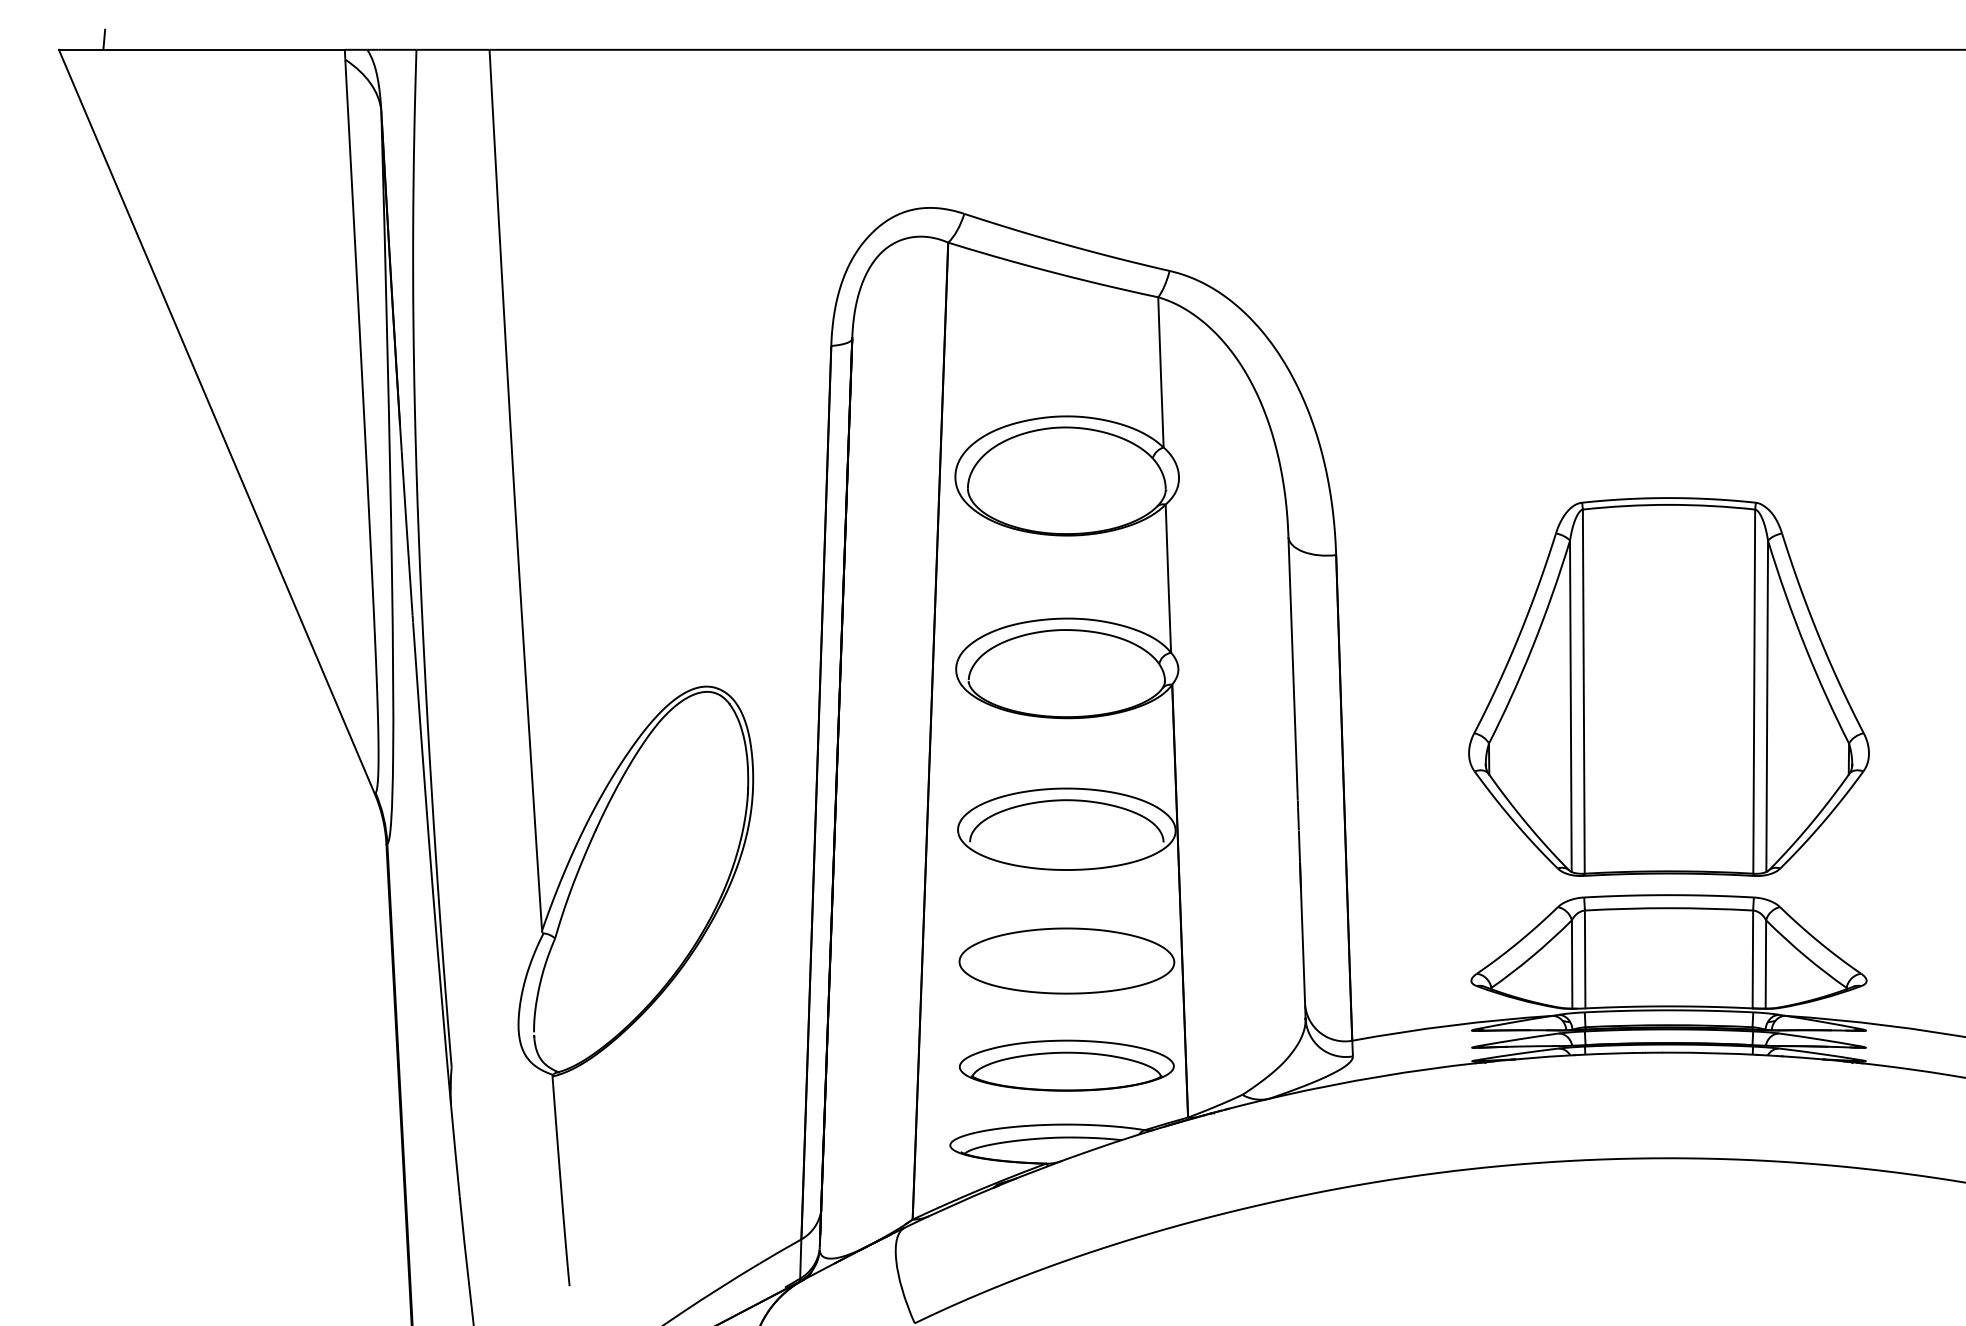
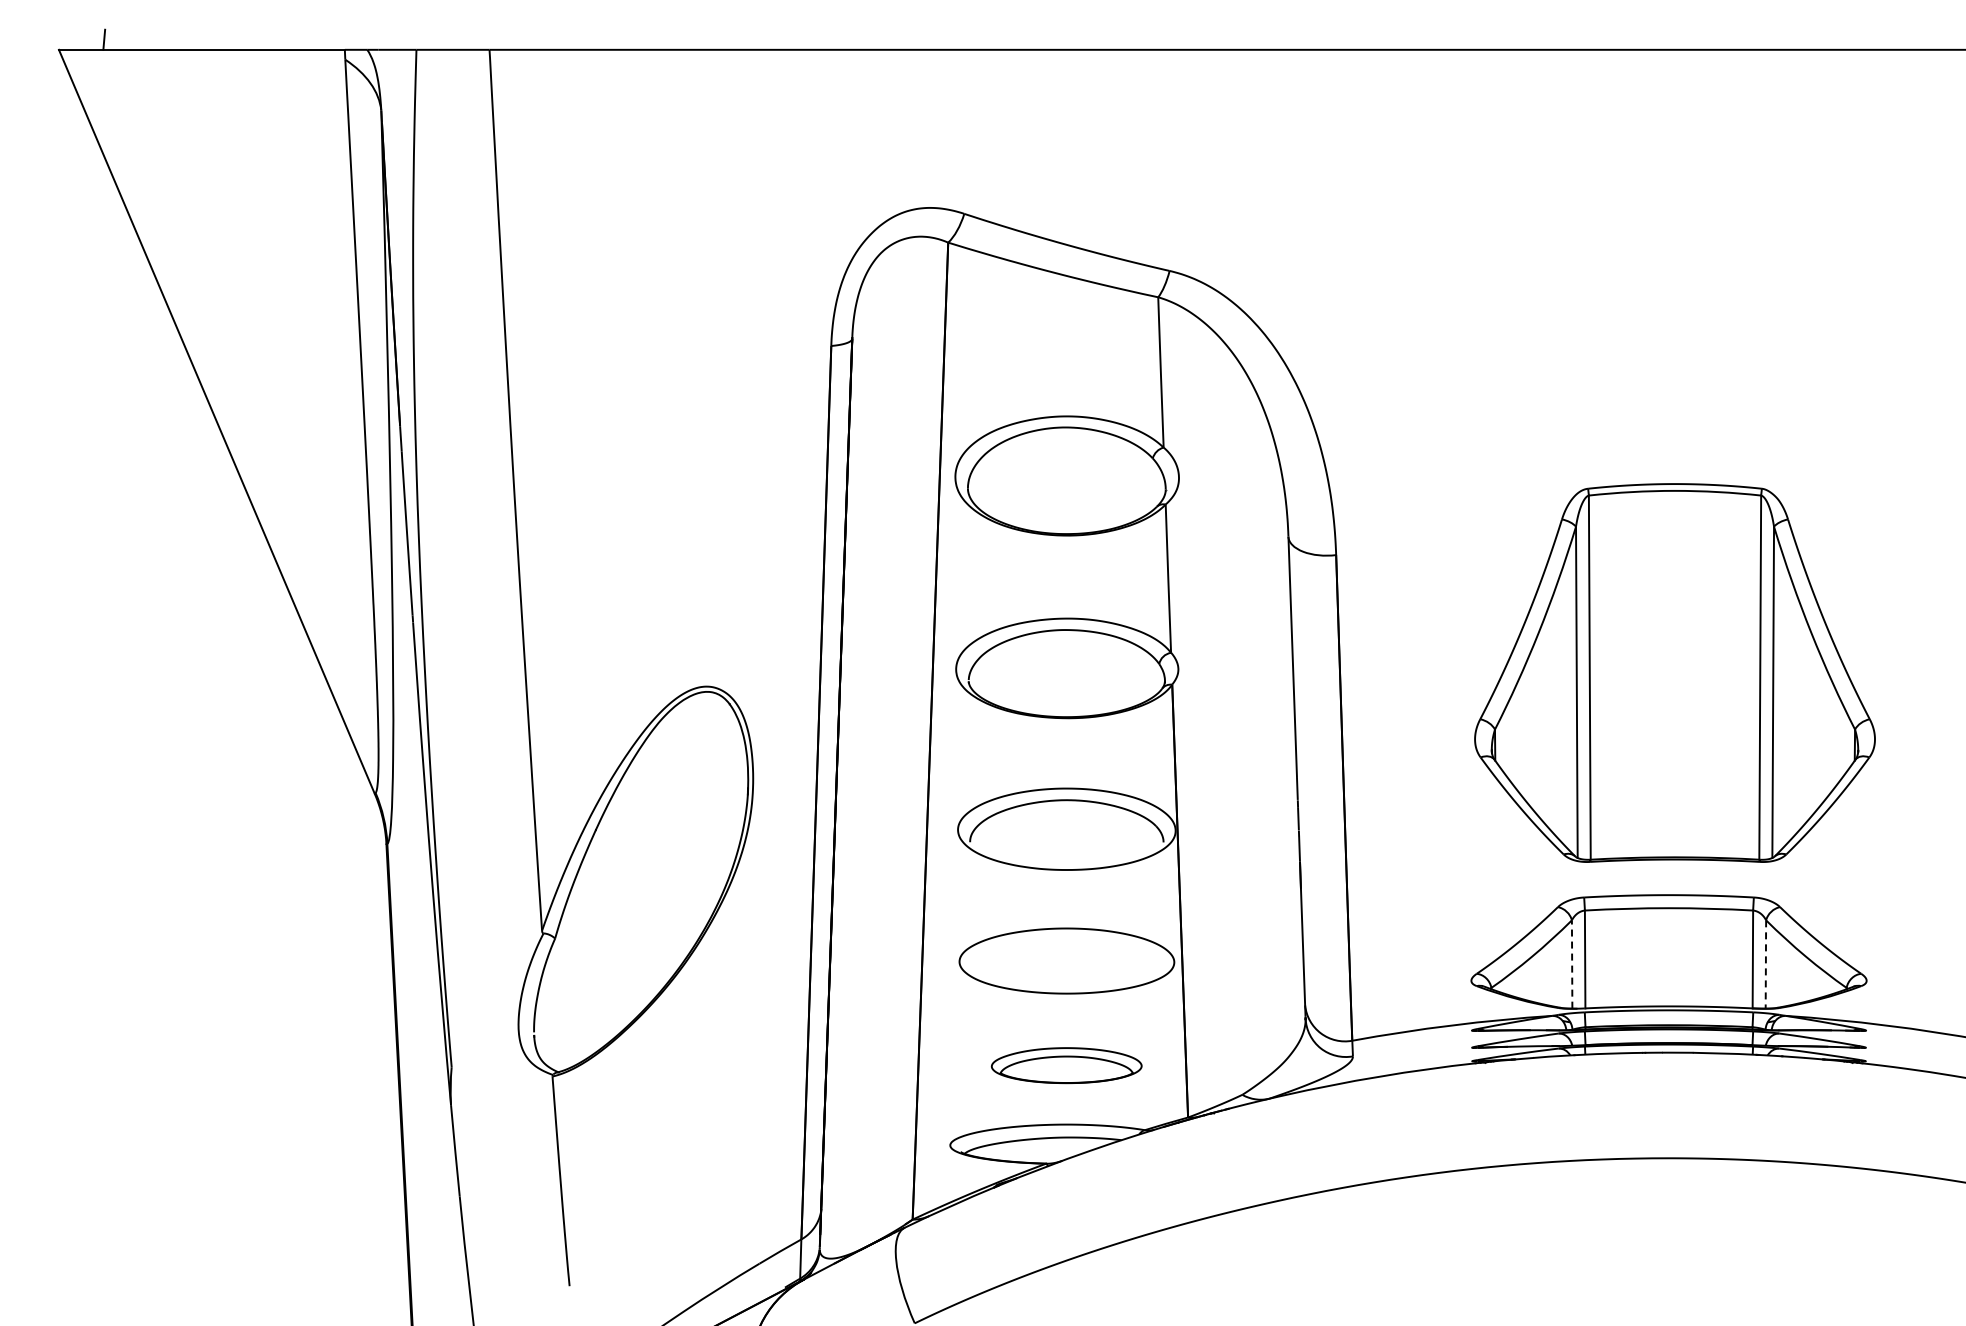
part at (1668, 686) position: (1668, 686) -> (1674, 672)
line at (1572, 963): solid -> dashed
line at (1765, 964): solid -> dashed
part at (1066, 1065) size: 217x53 px -> 153x38 px
